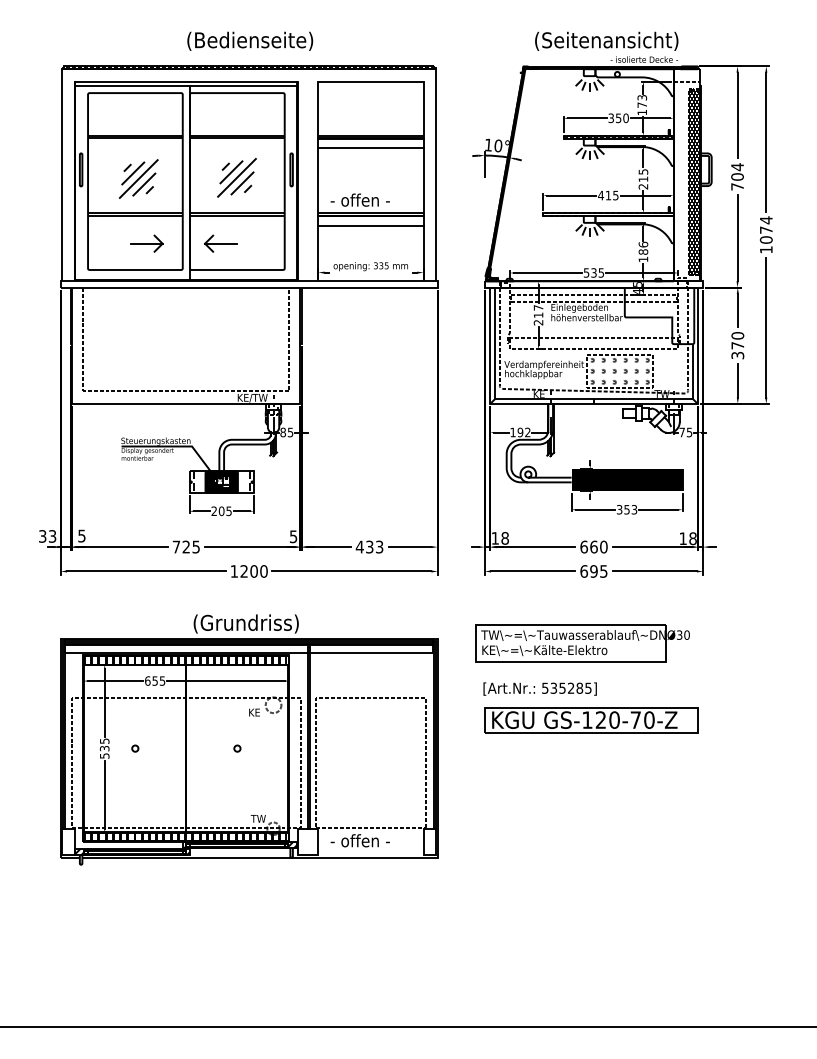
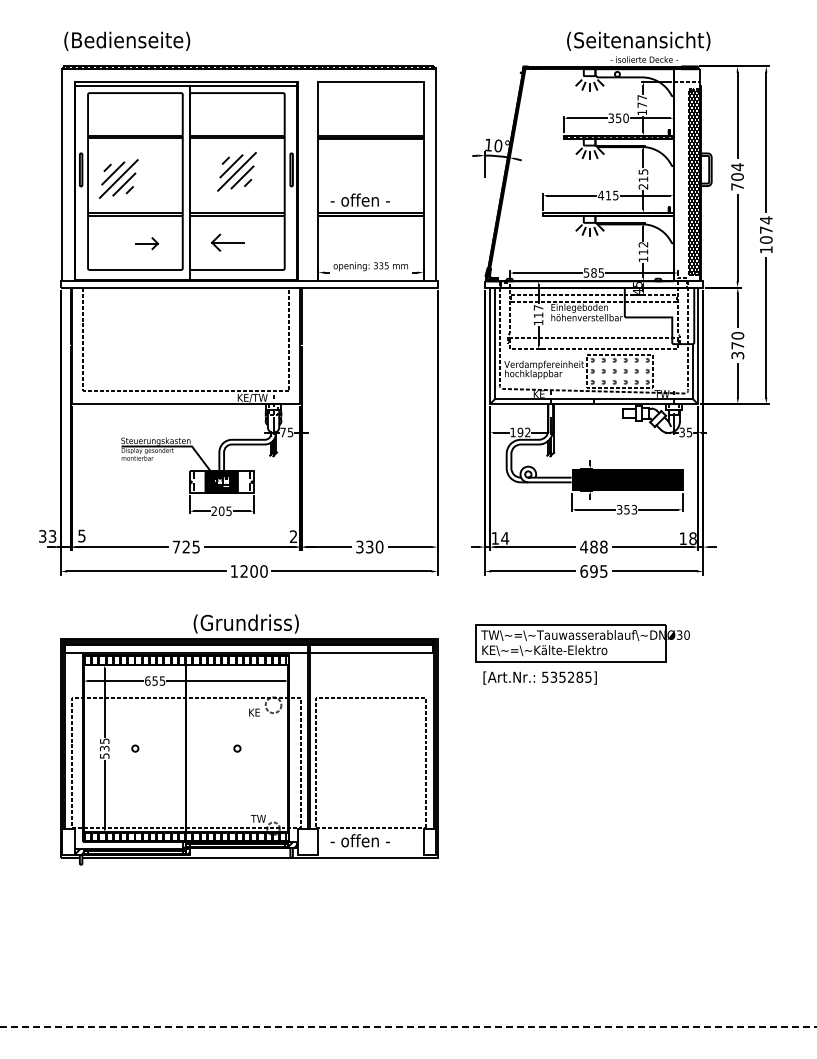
text at (250, 40) position: (250, 40) -> (127, 40)
text at (606, 40) position: (606, 40) -> (638, 40)
text at (642, 97): 173 -> 177
line at (370, 148): present -> none
part at (236, 177) position: (236, 177) -> (236, 171)
part at (138, 178) position: (138, 178) -> (118, 178)
line at (370, 225): present -> none
part at (146, 243) size: 34x19 px -> 24x14 px
part at (220, 243) position: (220, 243) -> (227, 242)
text at (643, 247): 186 -> 112
text at (593, 272): 535 -> 585
text at (538, 322): 217 -> 117
text at (283, 432): 85 -> 75
text at (681, 432): 75 -> 35
text at (293, 536): 5 -> 2
text at (505, 538): 18 -> 14
text at (369, 546): 433 -> 330
text at (593, 546): 660 -> 488
text at (539, 688) position: (539, 688) -> (539, 677)
part at (591, 720): present -> none
line at (408, 1027): solid -> dashed
